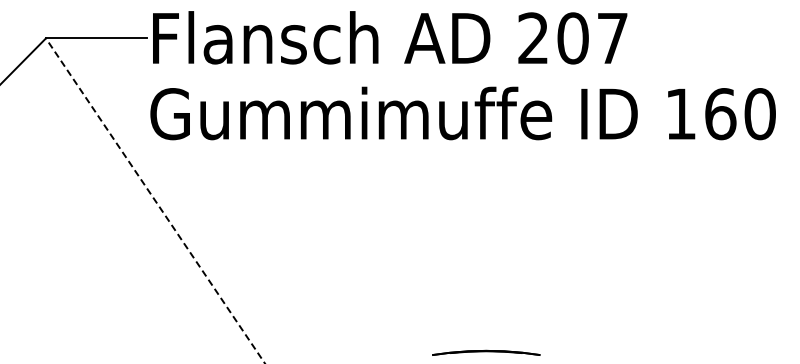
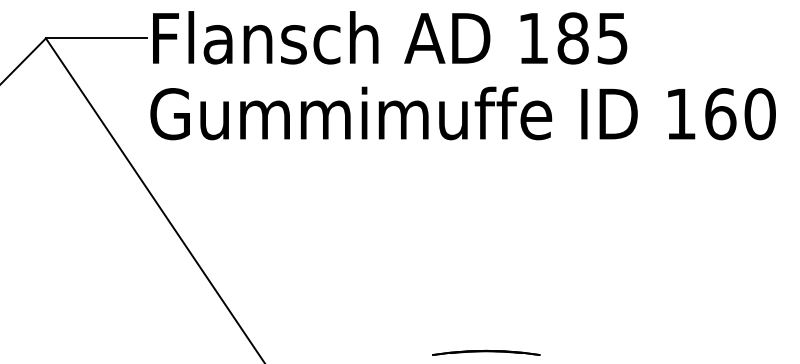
text at (572, 38): 207 -> 185
line at (155, 200): dashed -> solid
